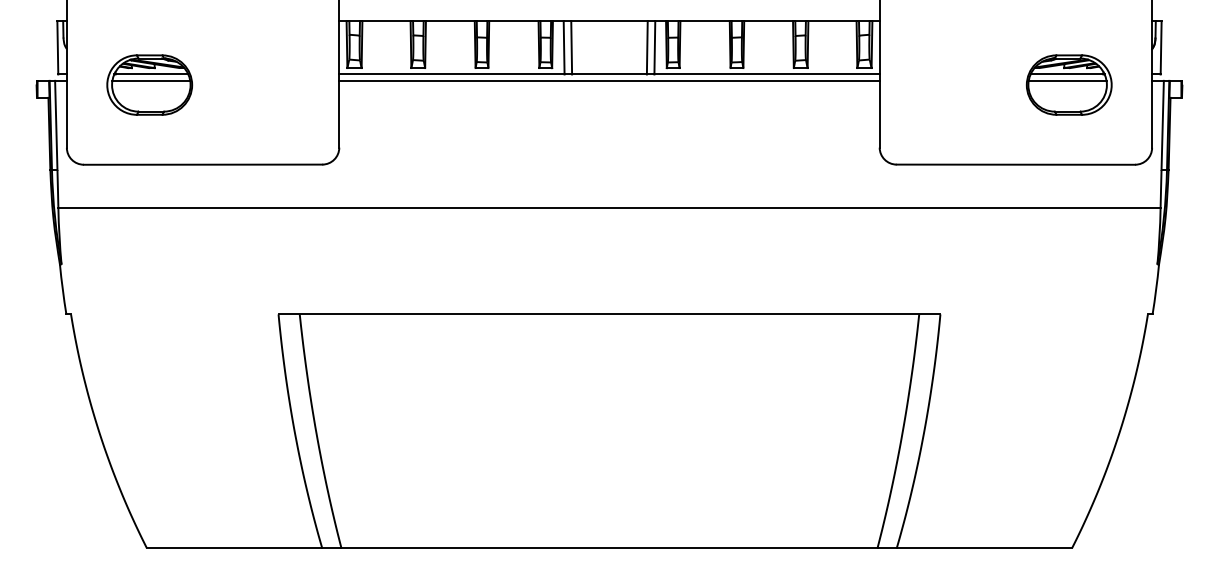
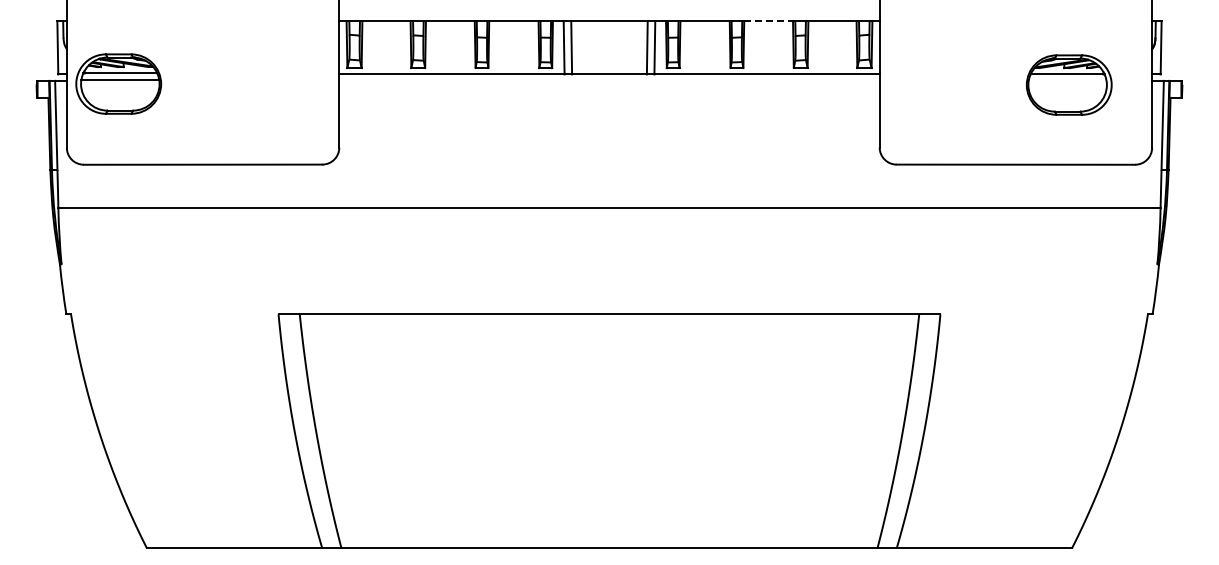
line at (769, 21): solid -> dashed
line at (609, 80): present -> none
line at (1067, 80): present -> none
part at (149, 84) position: (149, 84) -> (118, 83)
